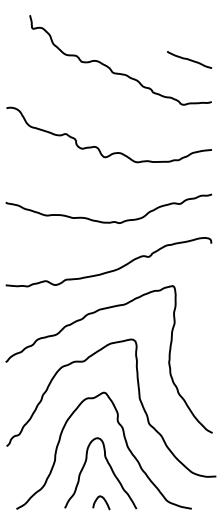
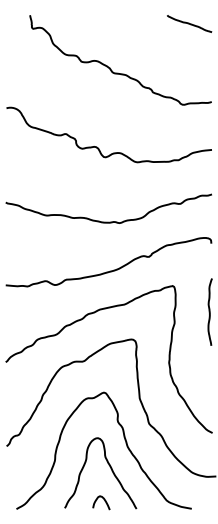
curve at (189, 59) position: (189, 59) -> (189, 23)
curve at (209, 311): none -> present
